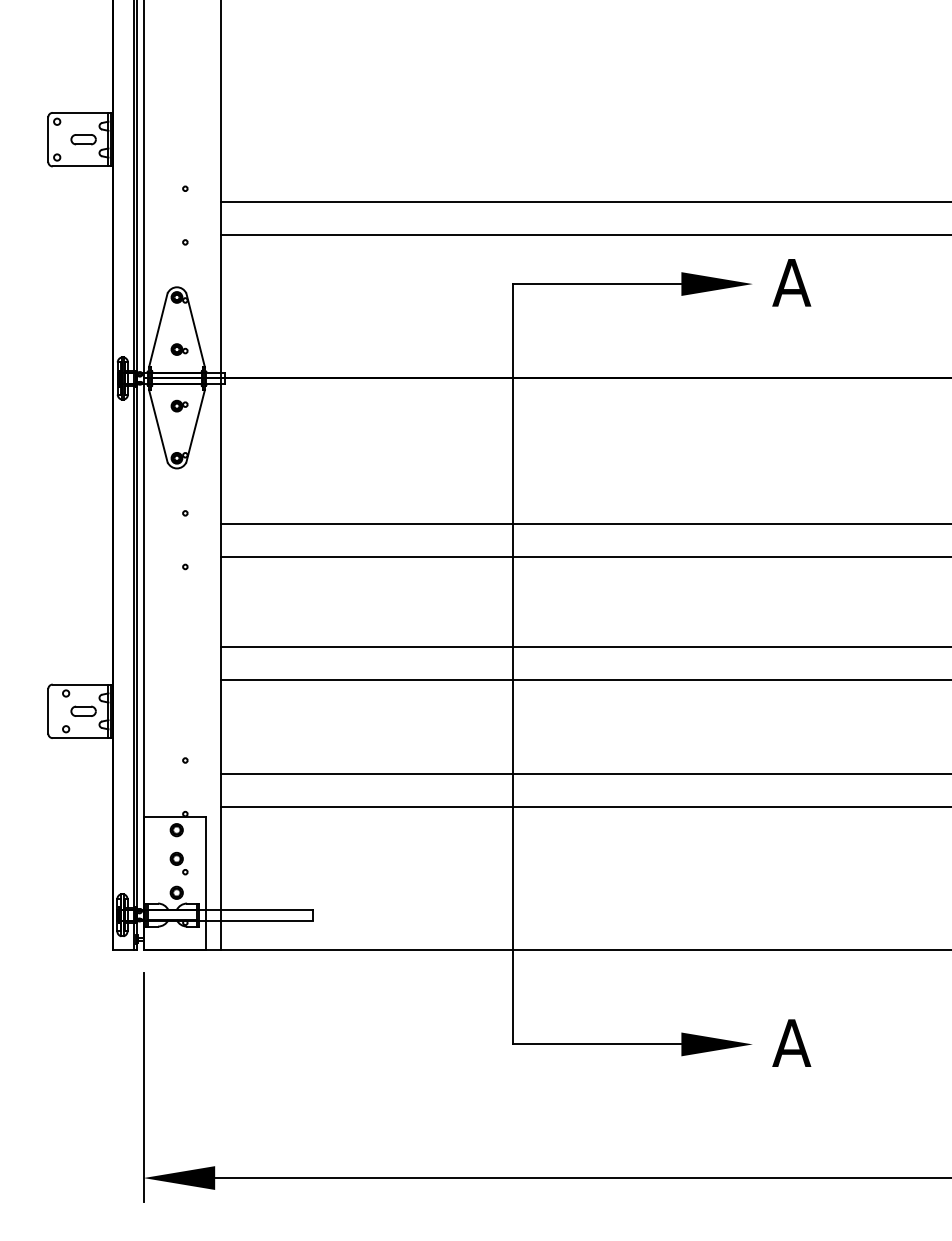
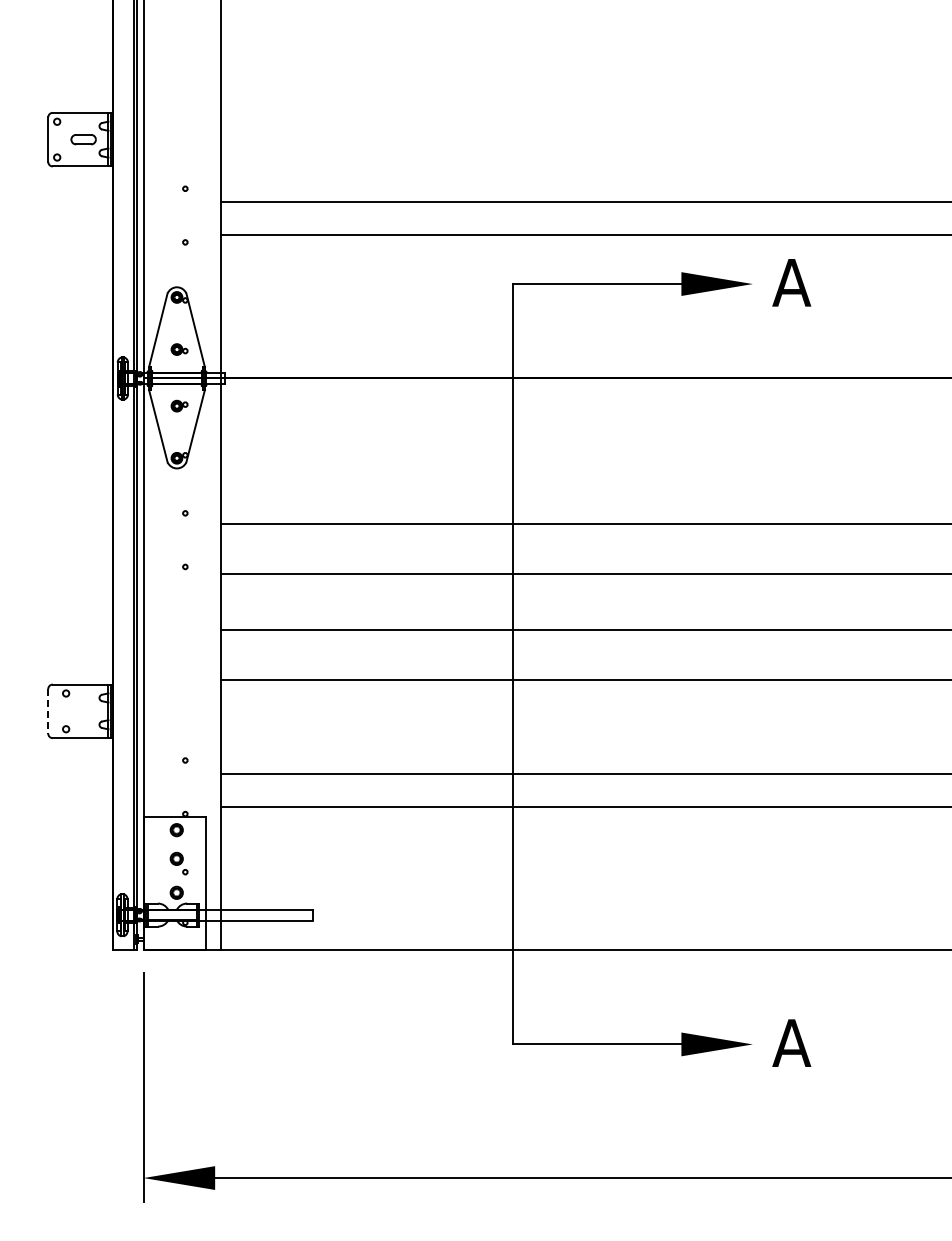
line at (584, 556) position: (584, 556) -> (584, 573)
line at (584, 647) position: (584, 647) -> (584, 630)
part at (83, 710): present -> none
line at (48, 711): solid -> dashed
